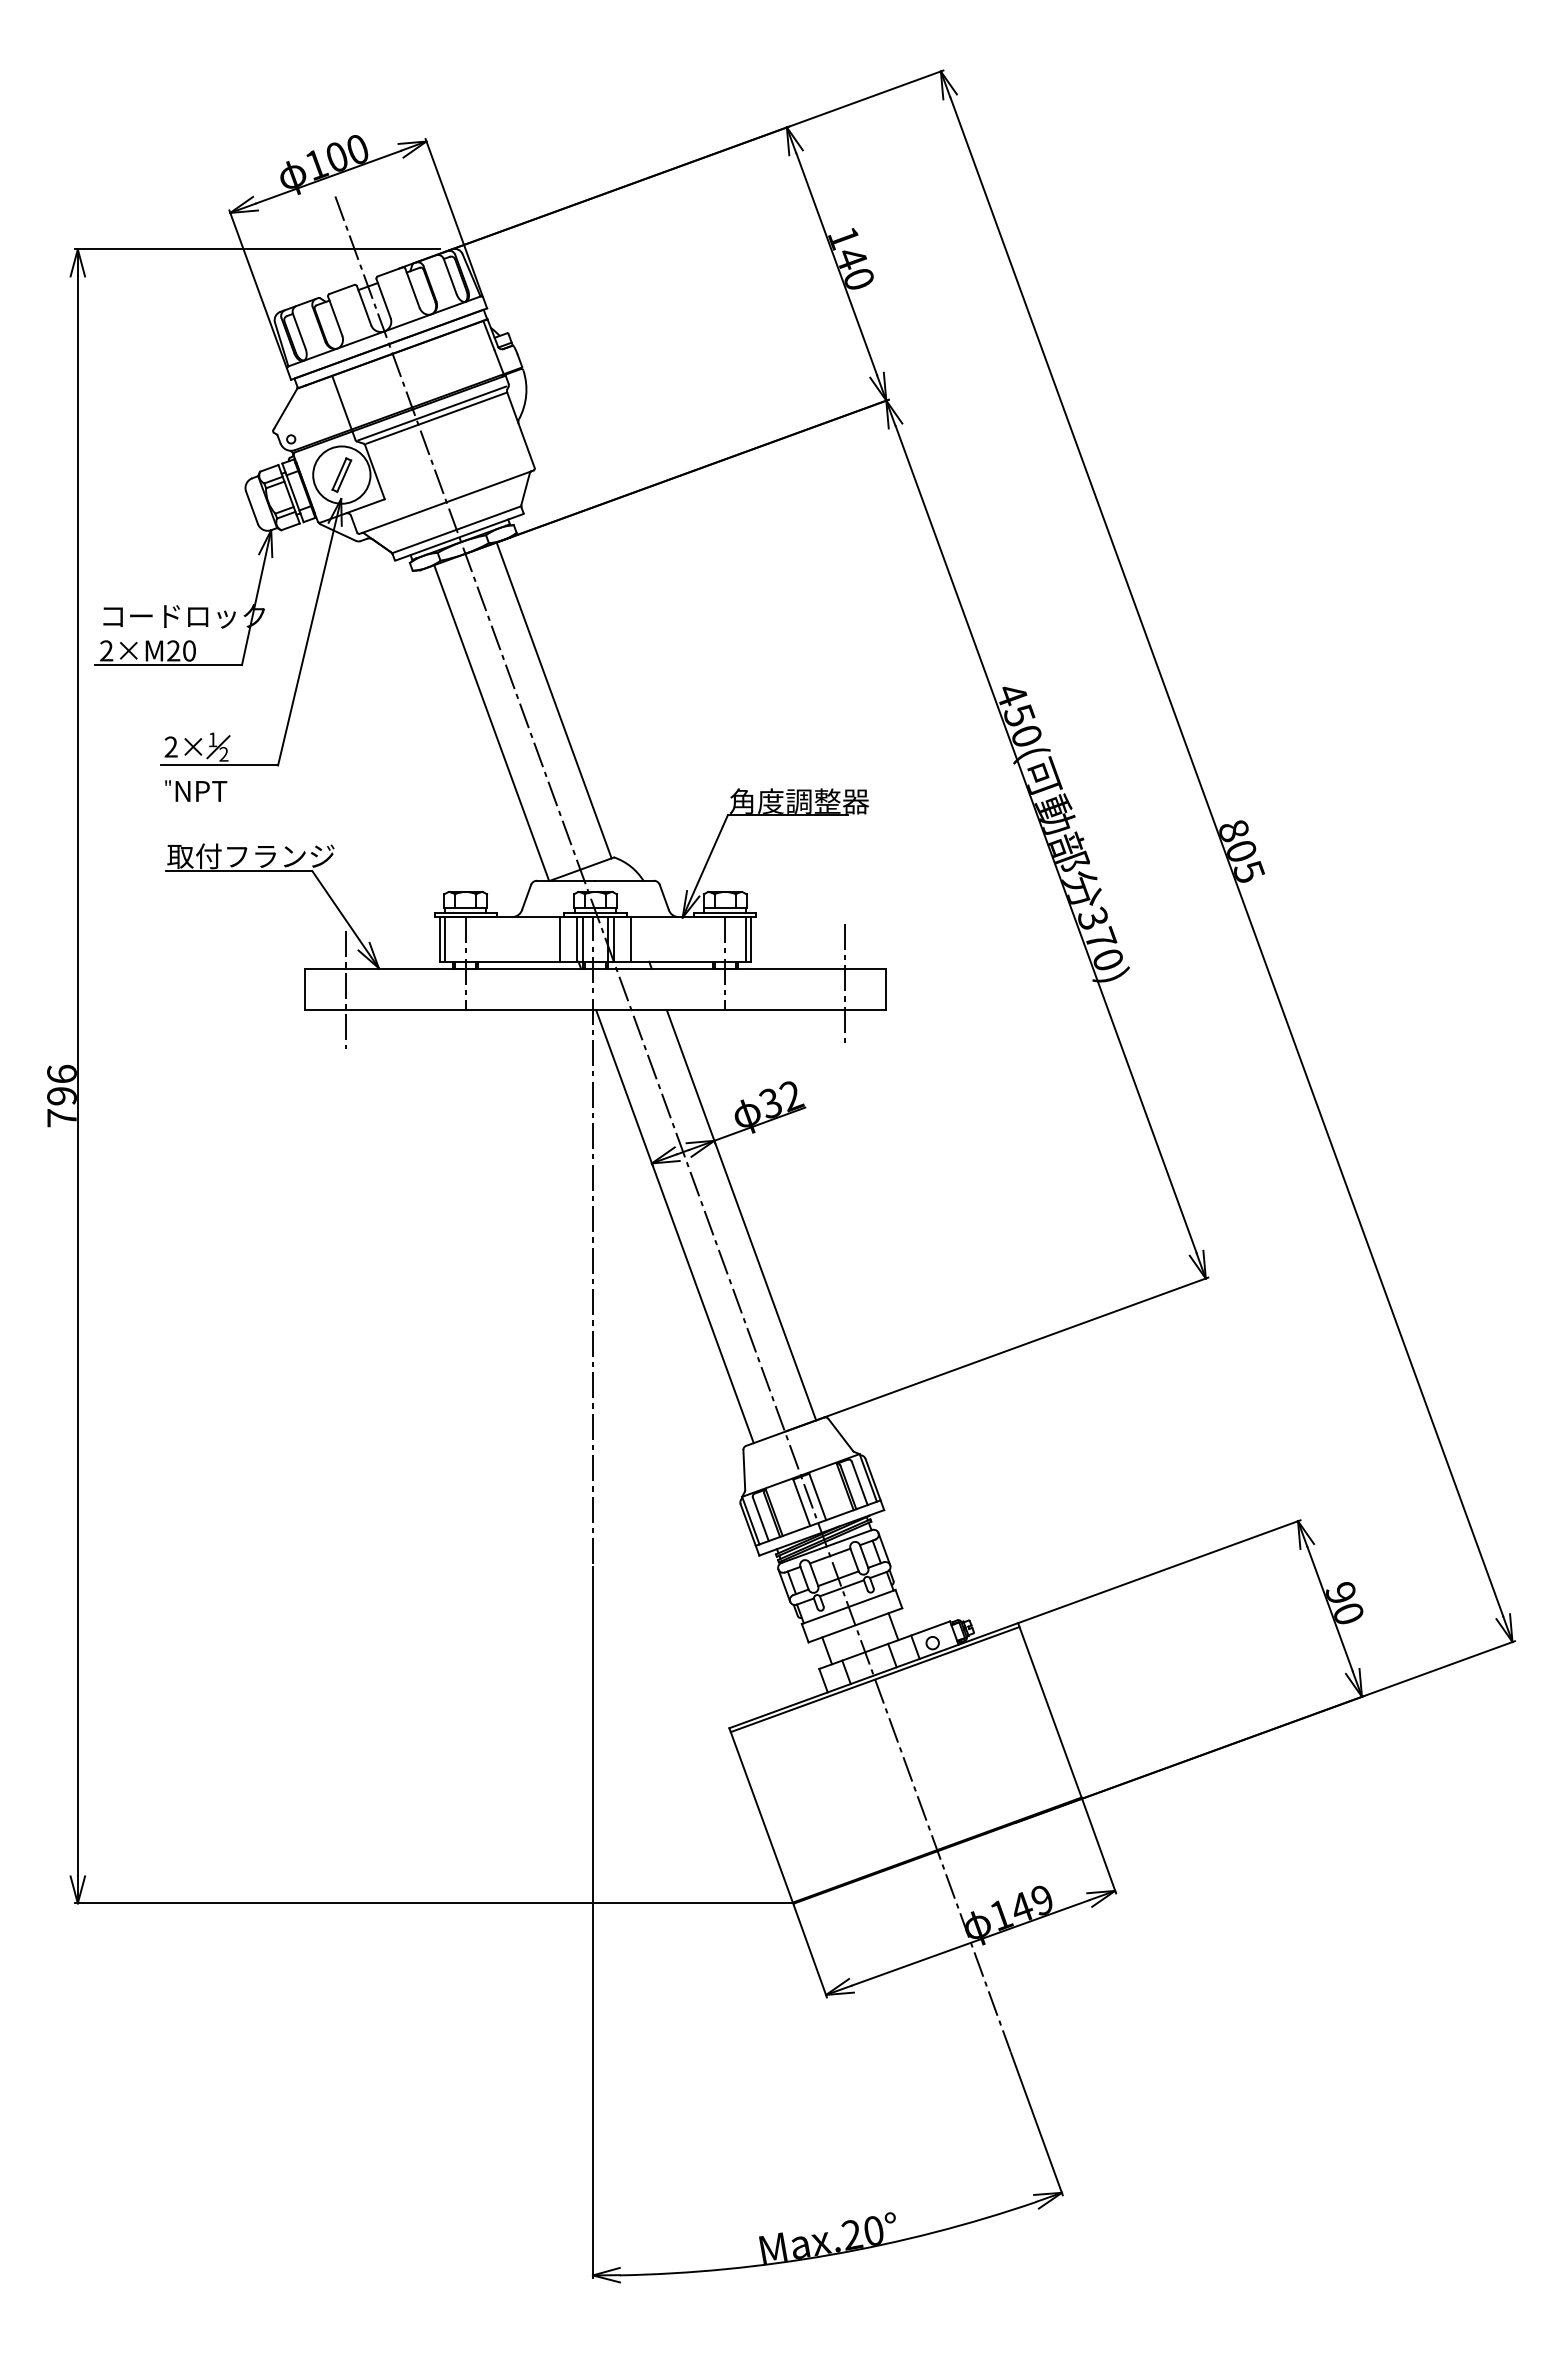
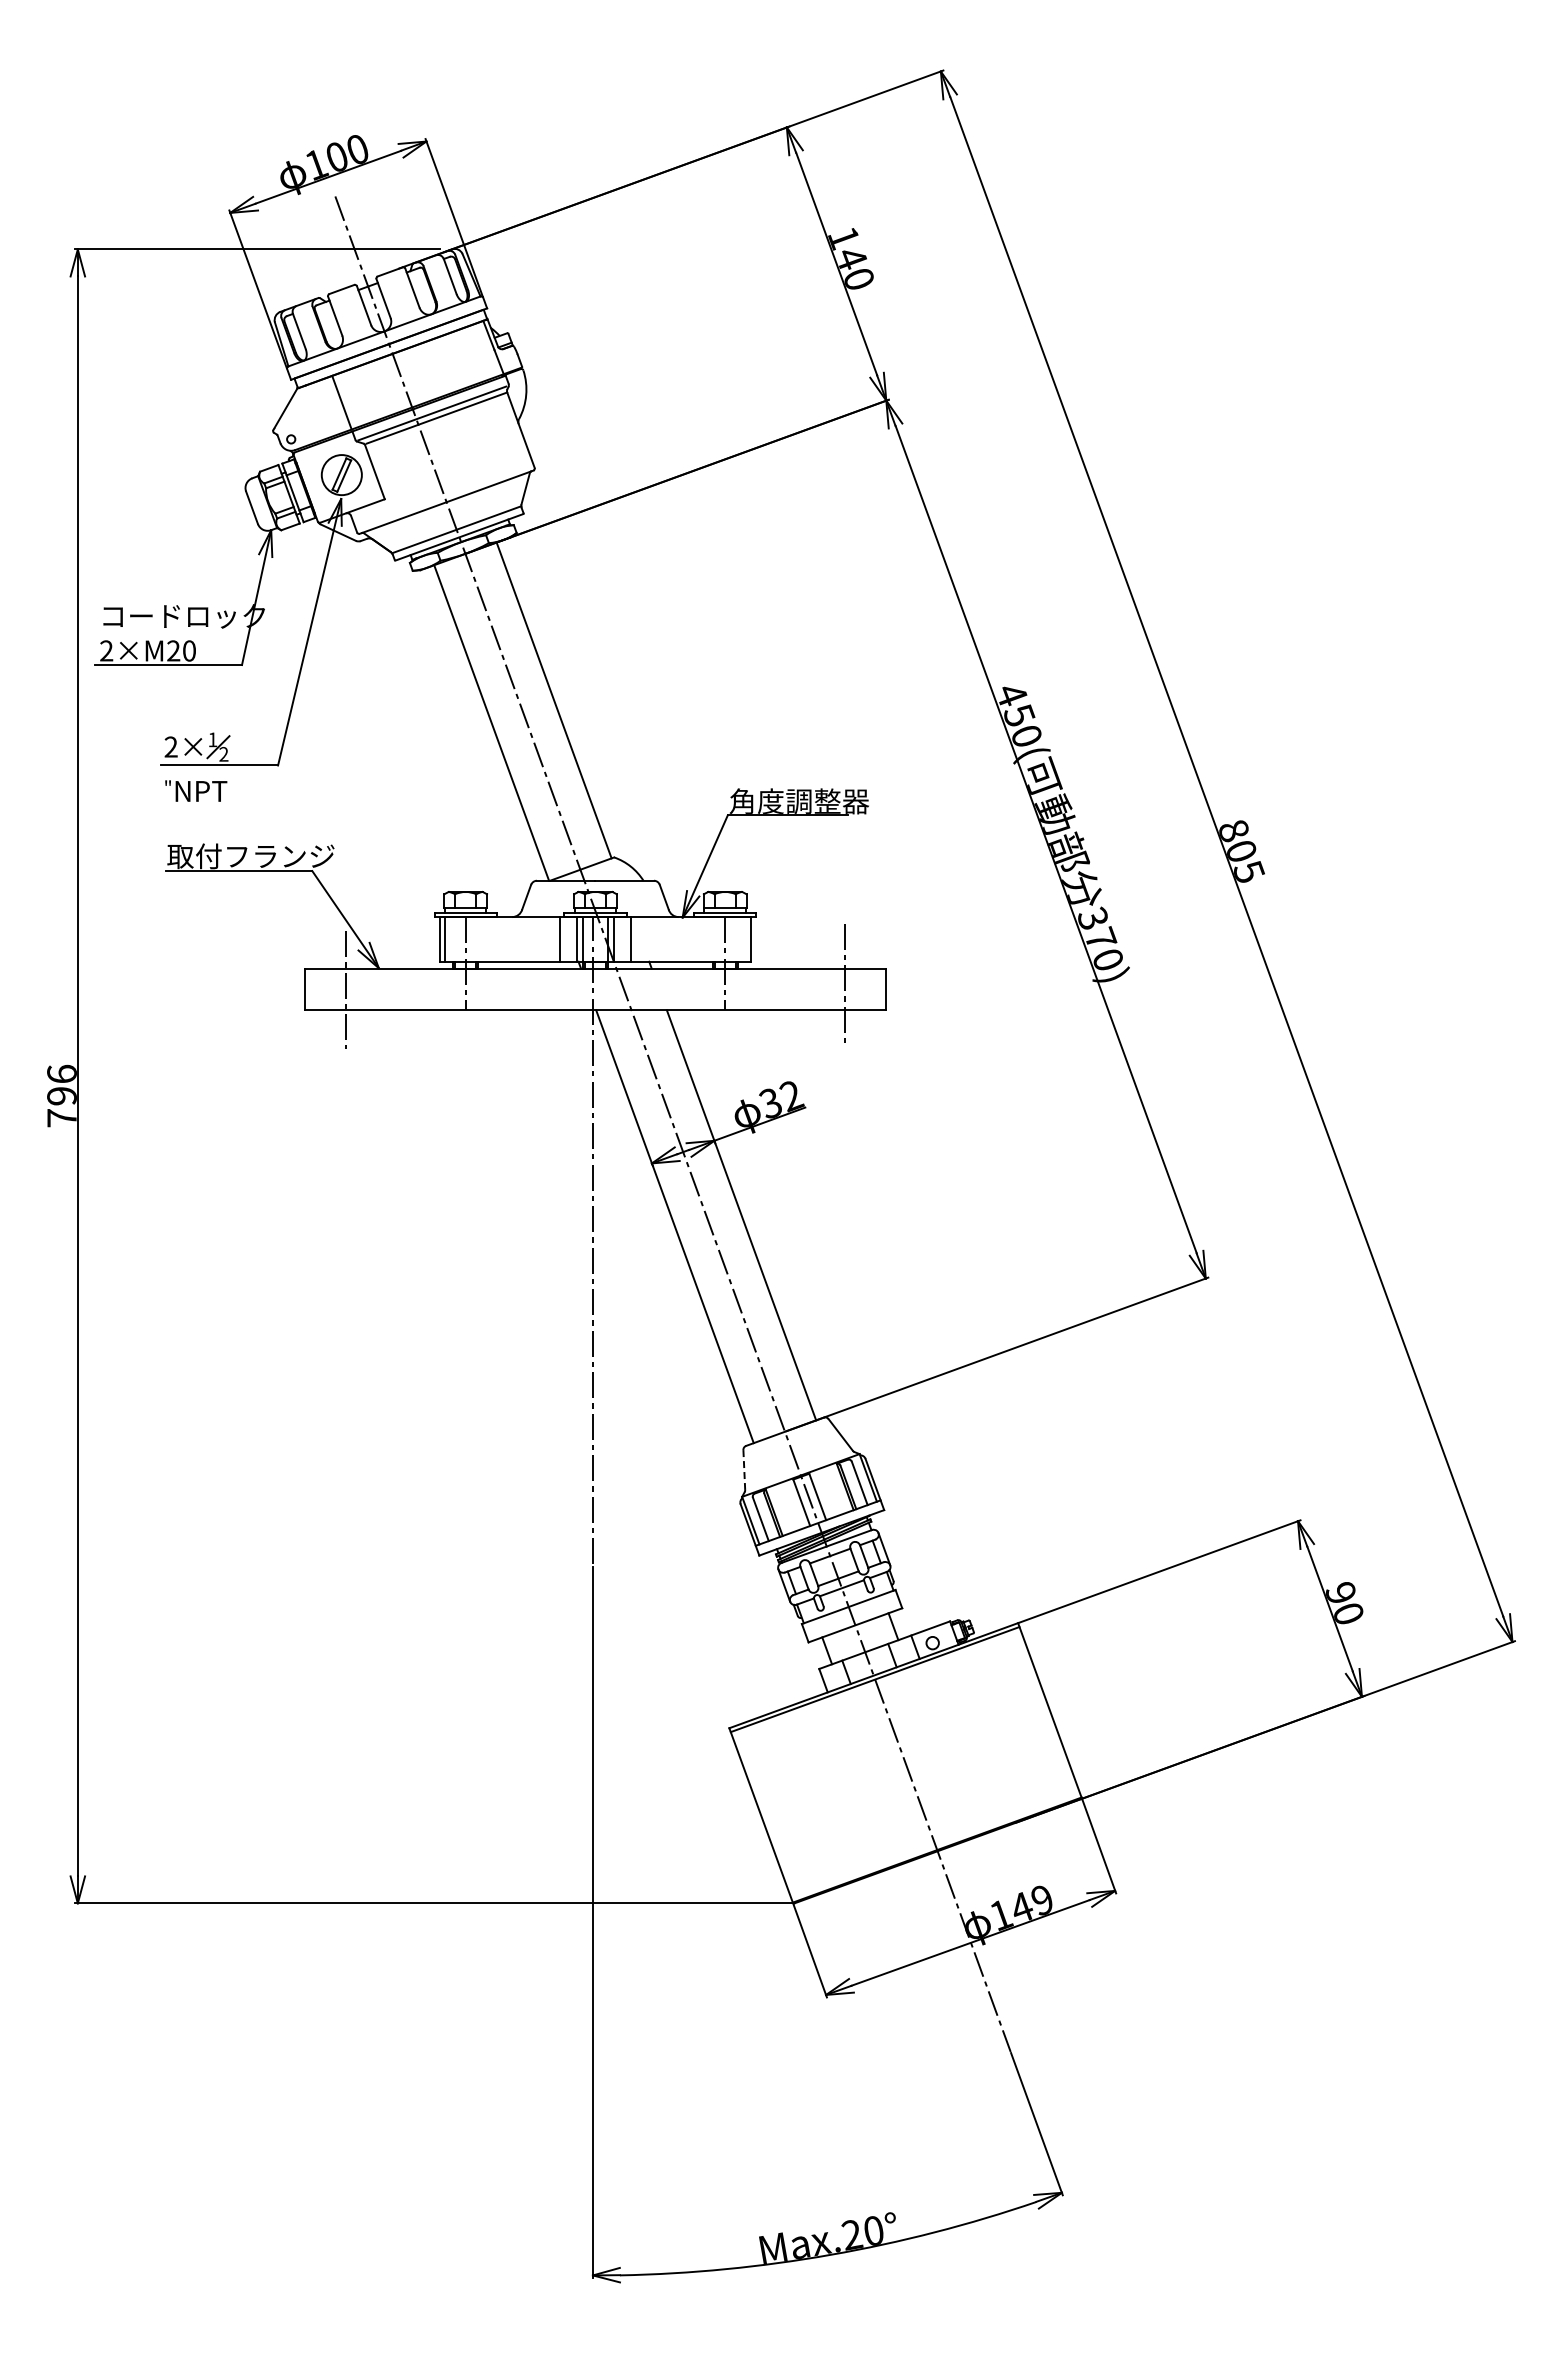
circle at (341, 474) diameter: 57 px -> 40 px
line at (745, 939): present -> none
line at (744, 1470): solid -> dashed
